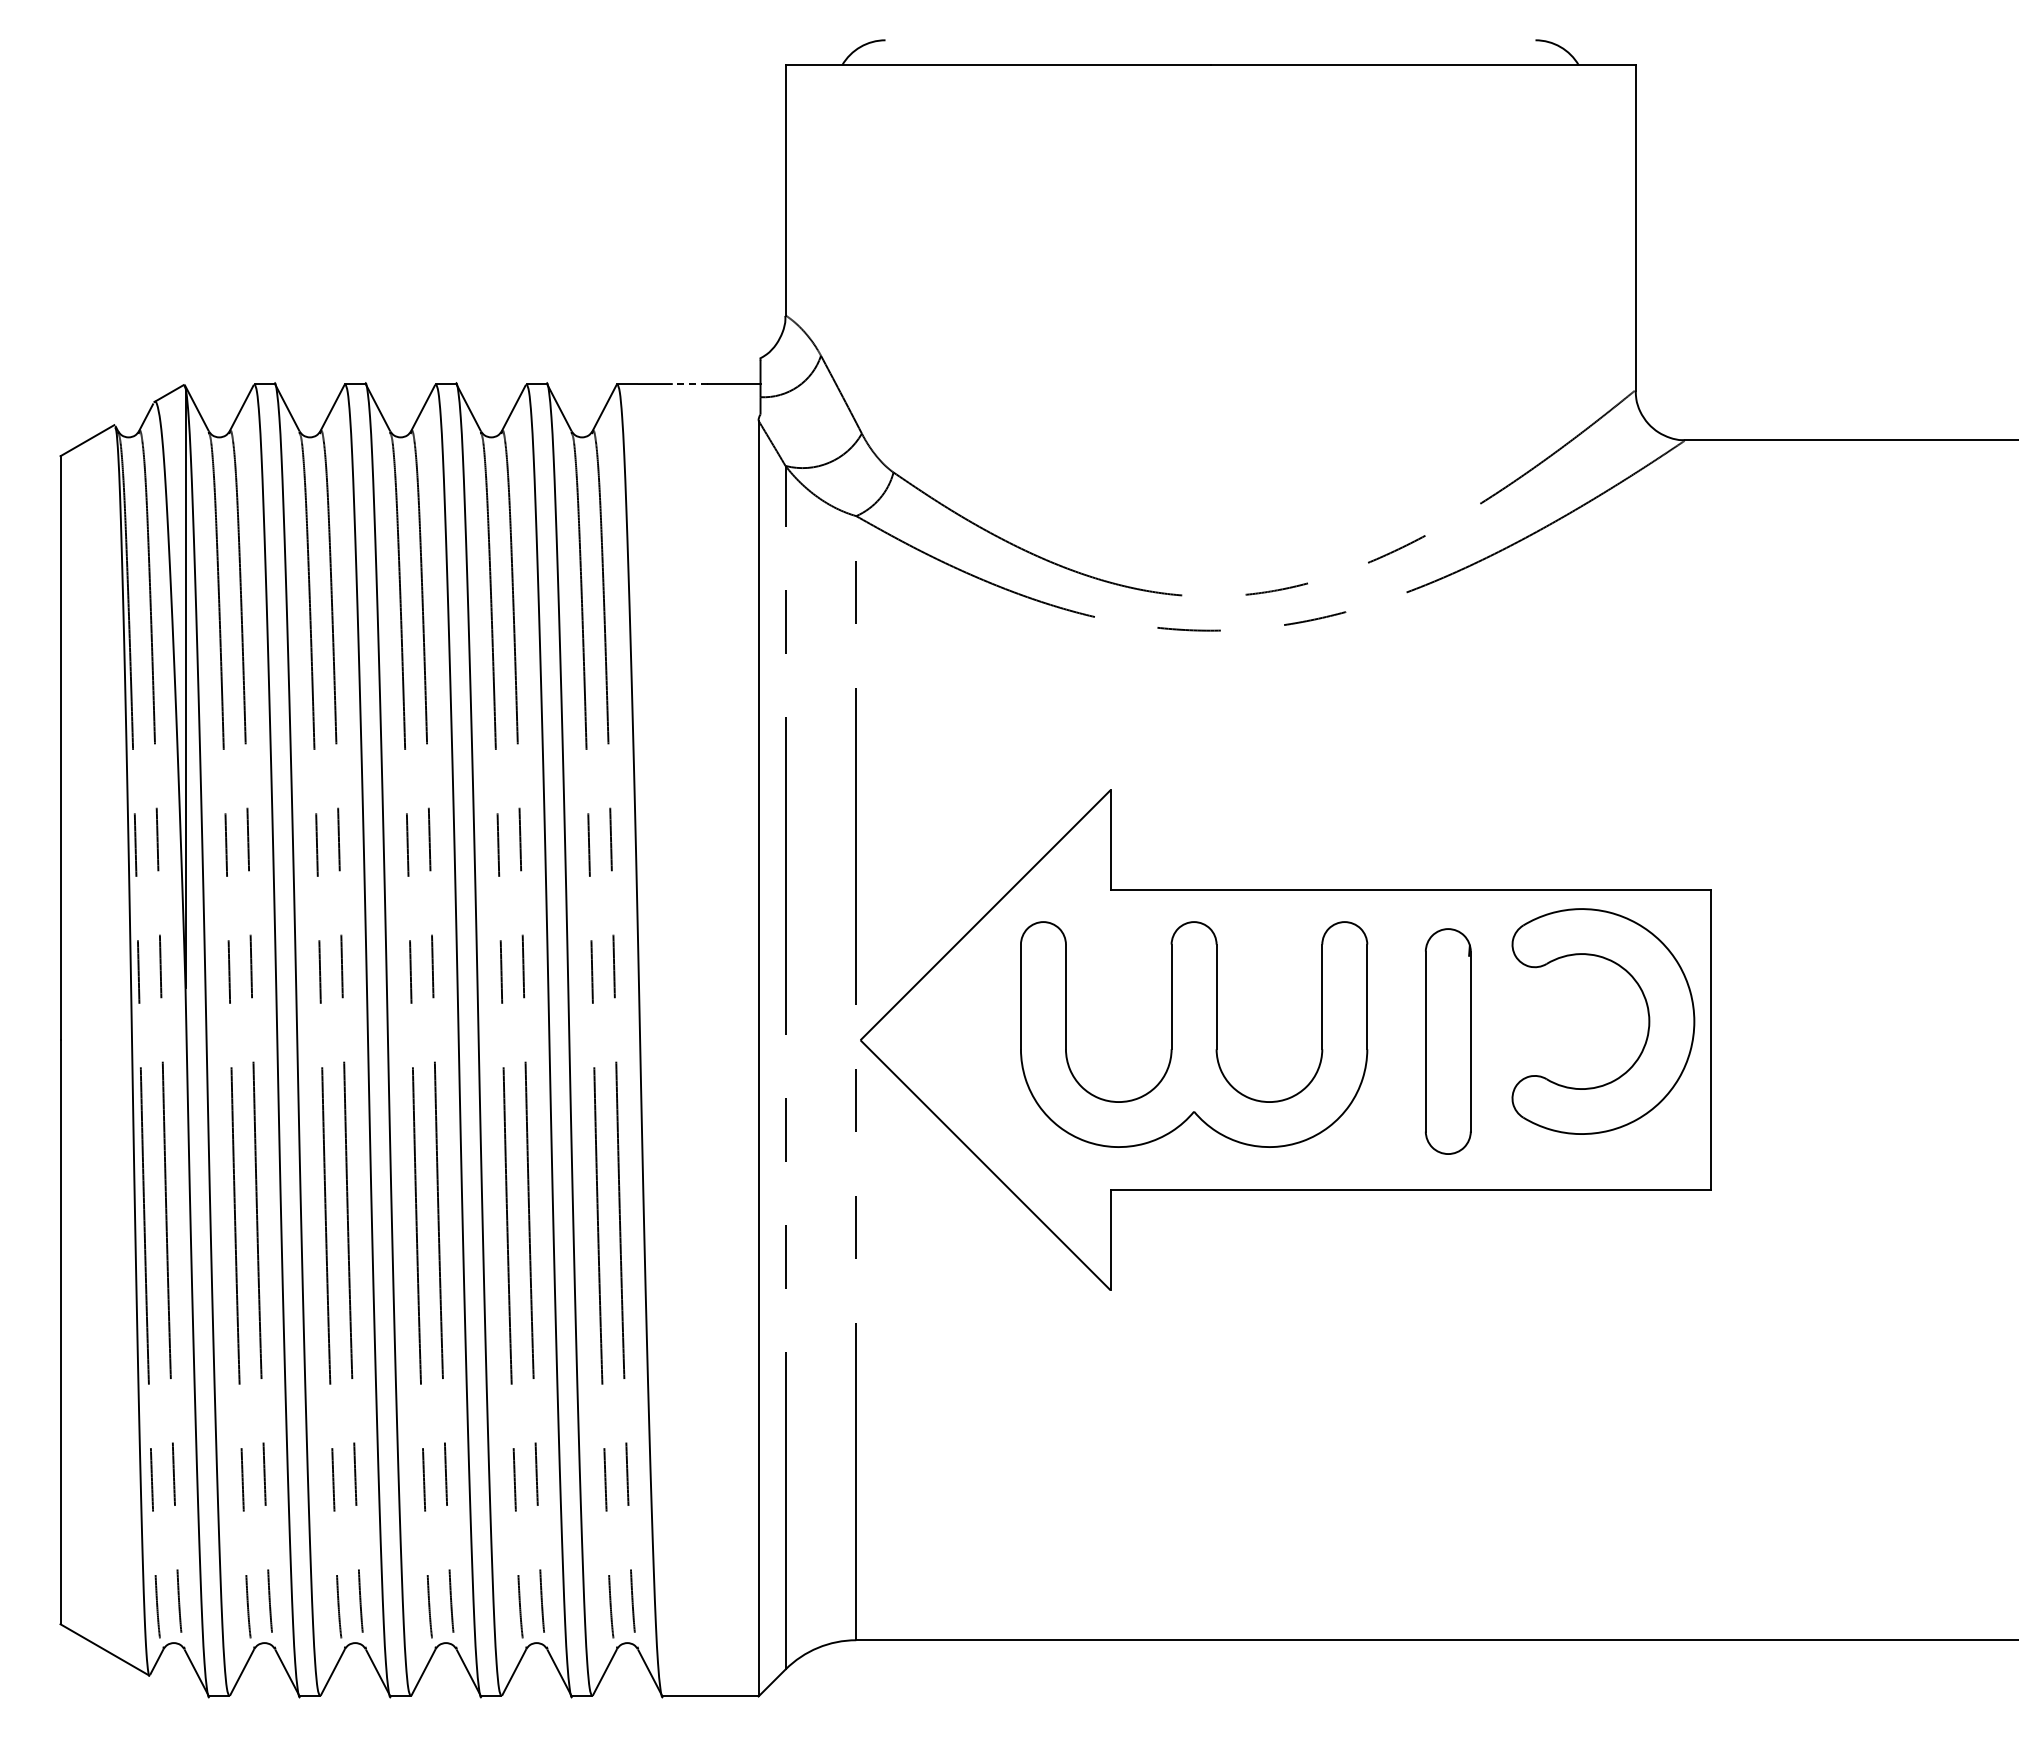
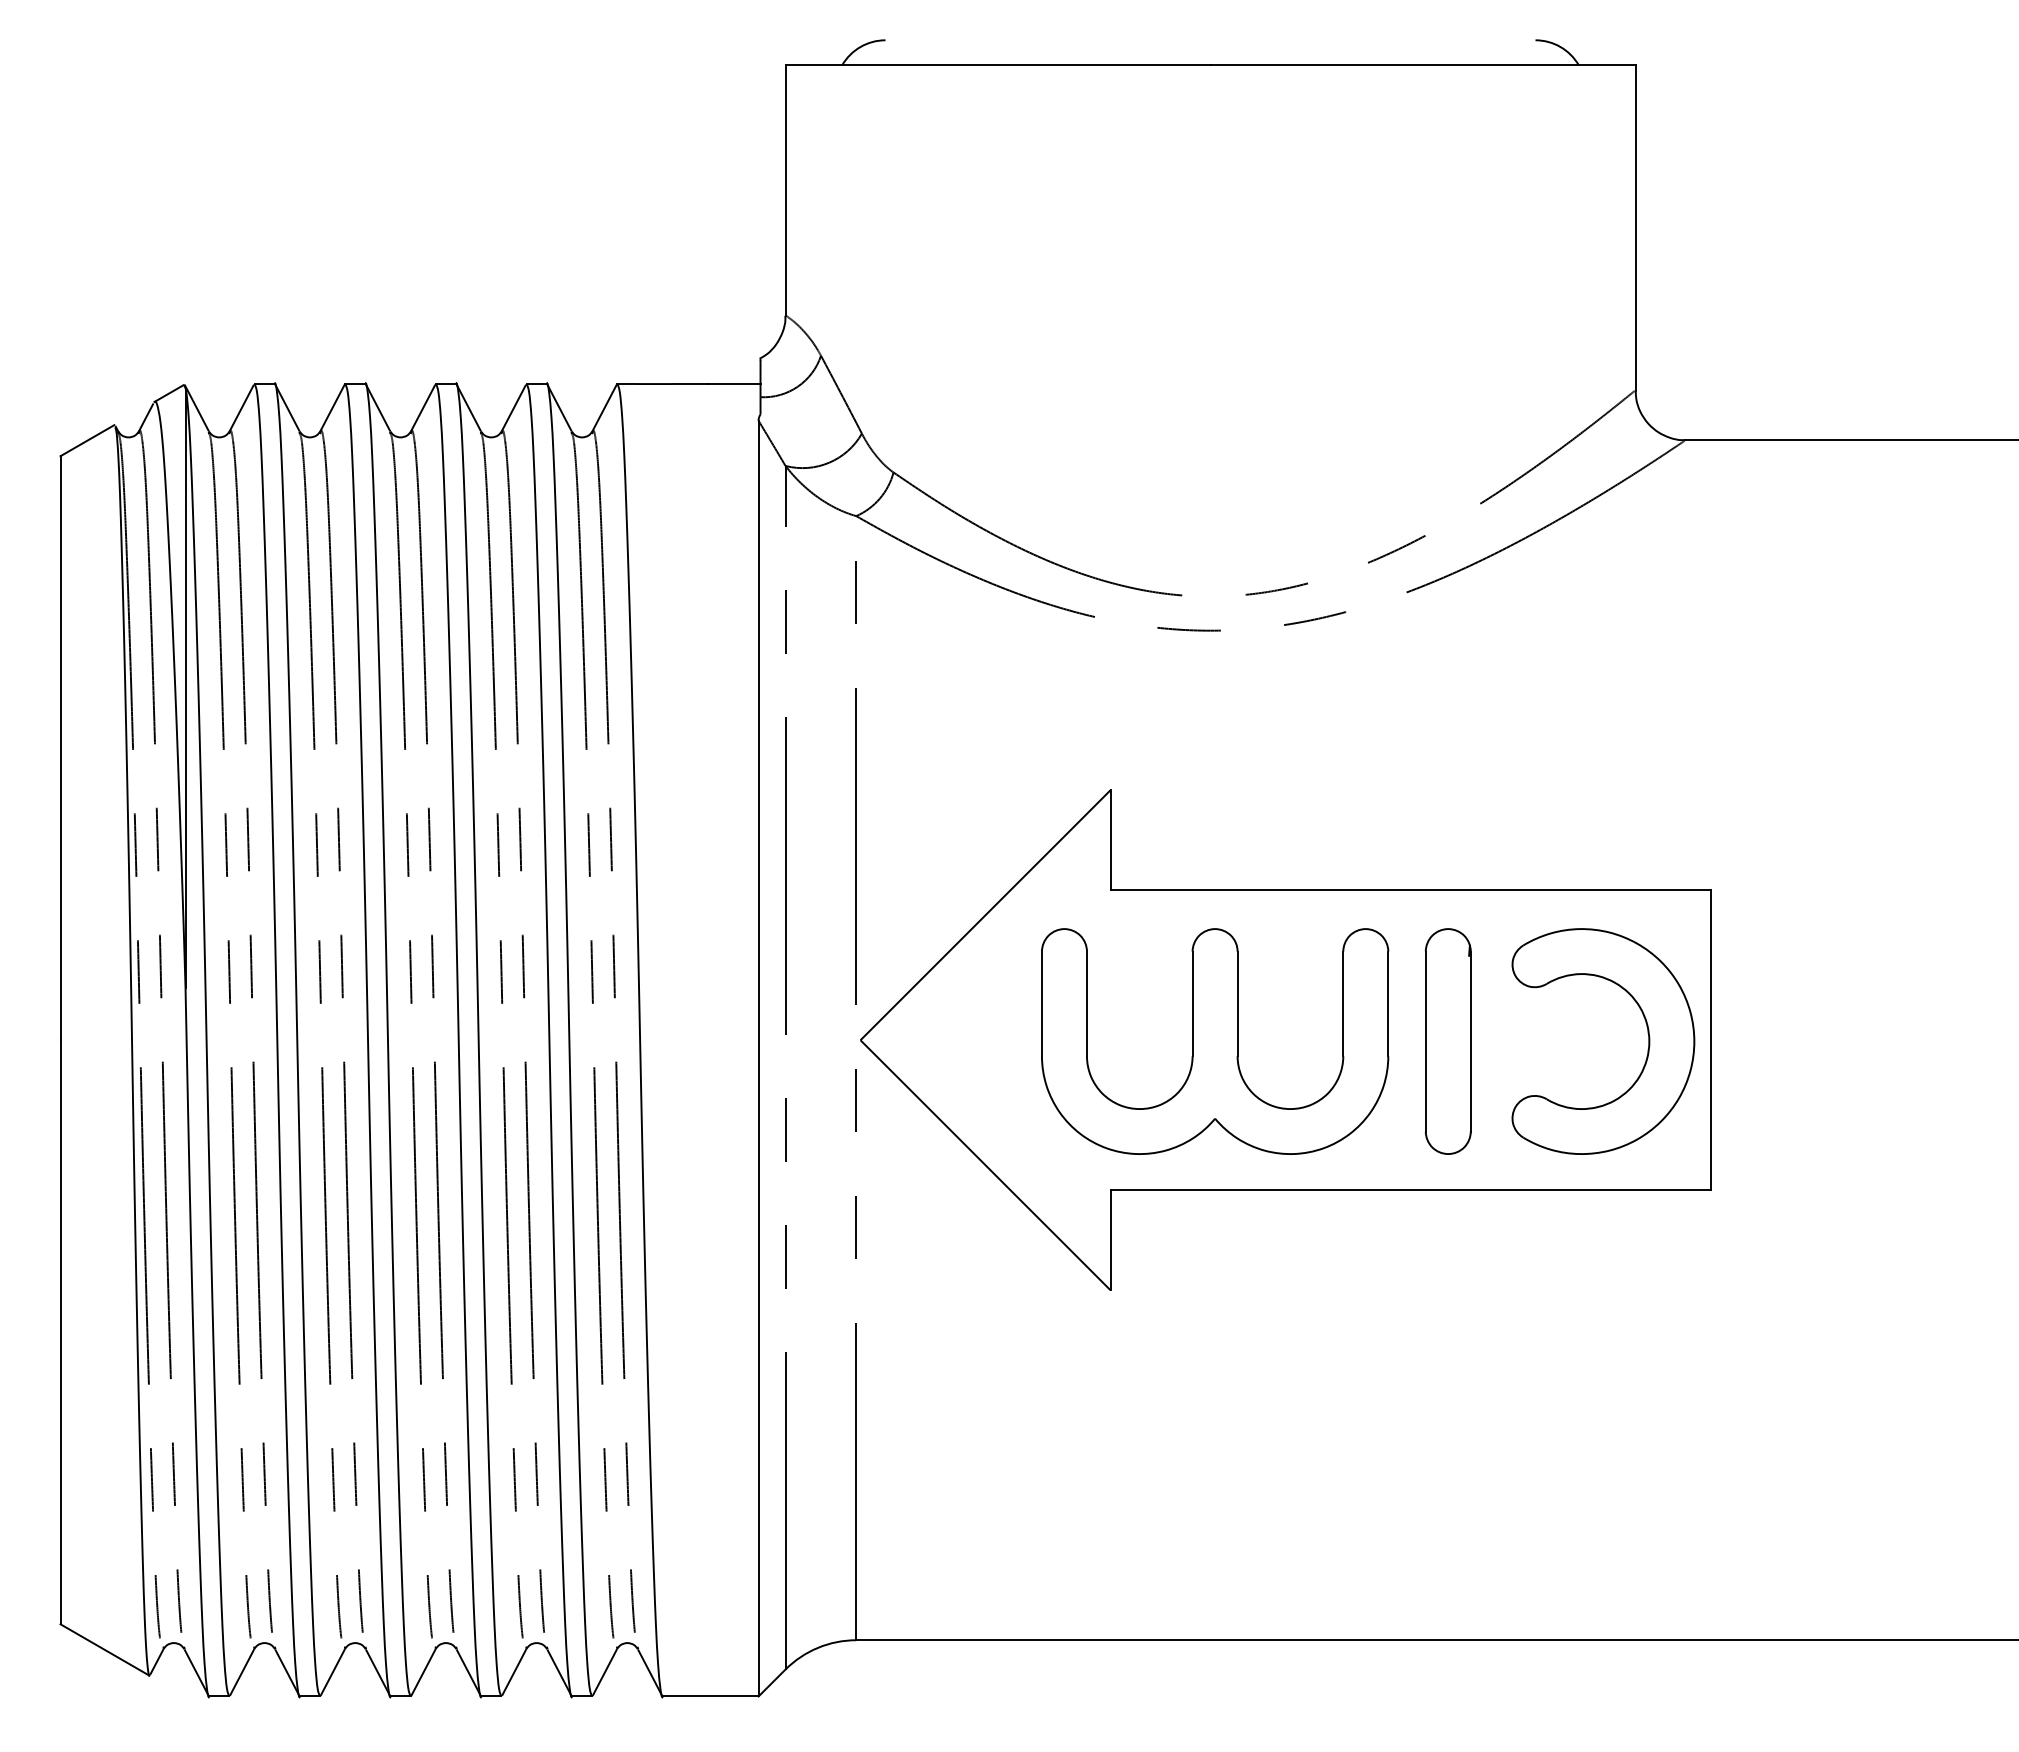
line at (690, 384): dashed -> solid
part at (1647, 1013) position: (1647, 1013) -> (1647, 1033)
part at (1194, 1034) position: (1194, 1034) -> (1215, 1041)
